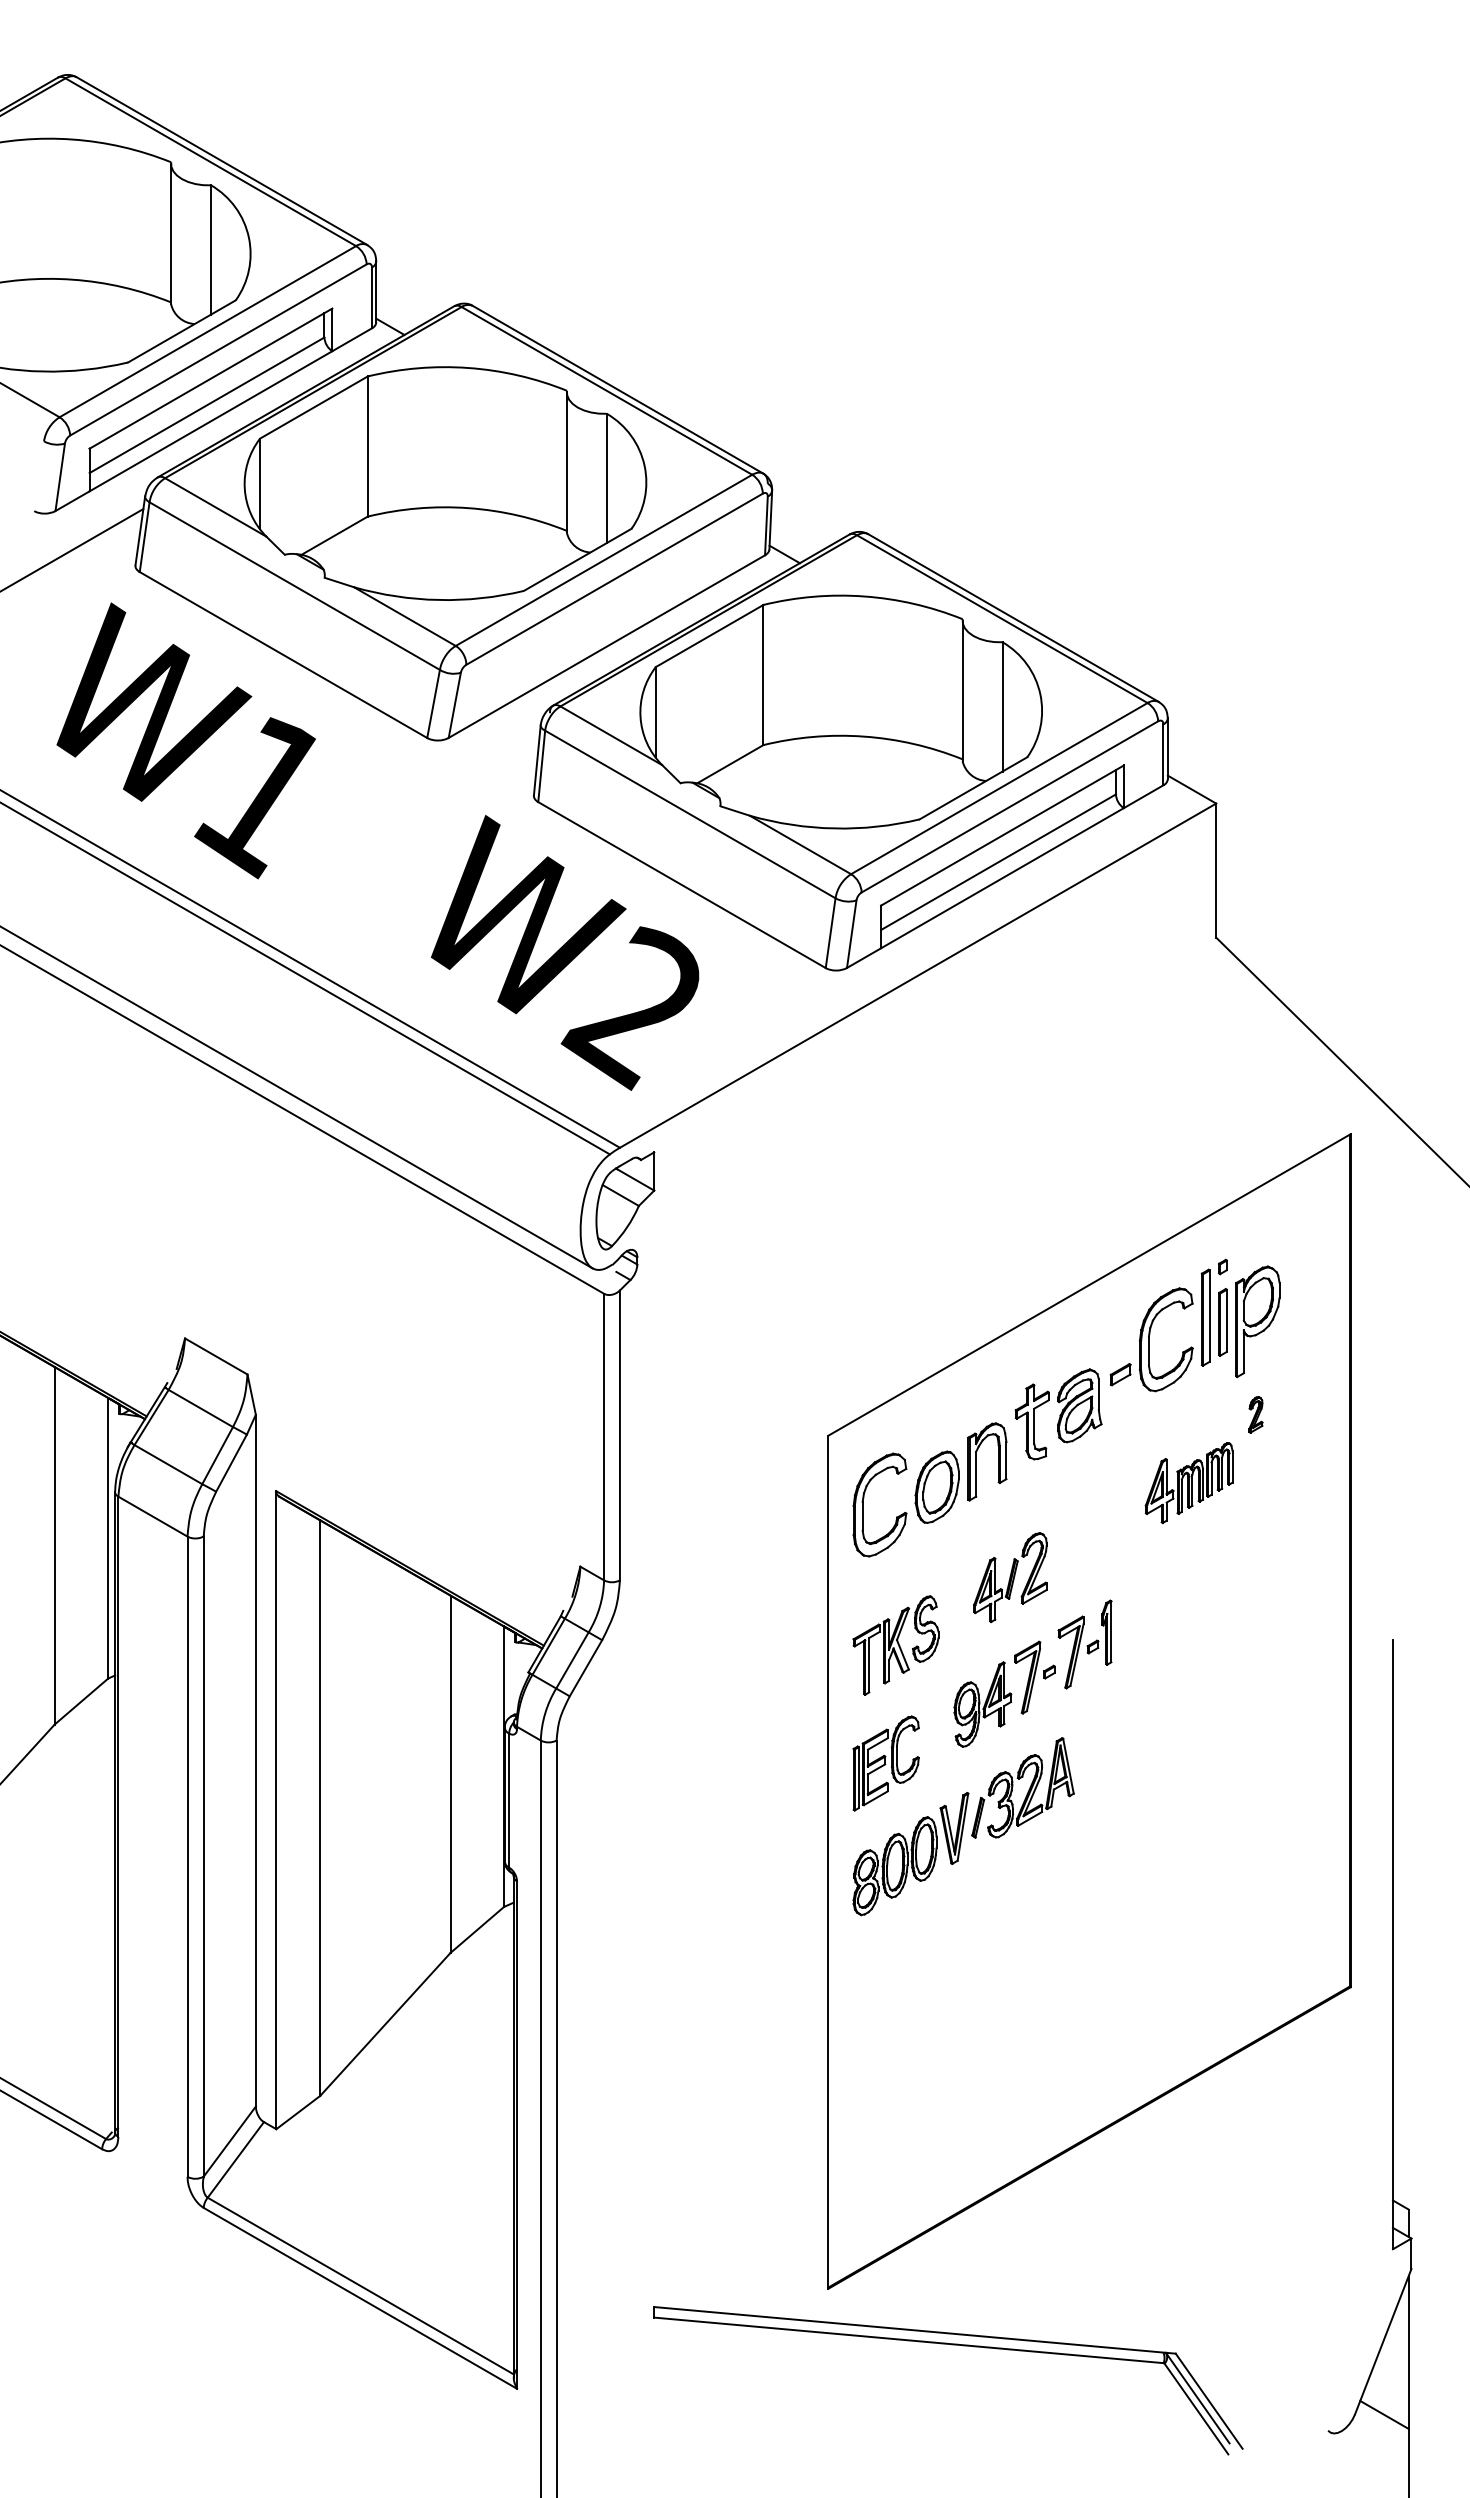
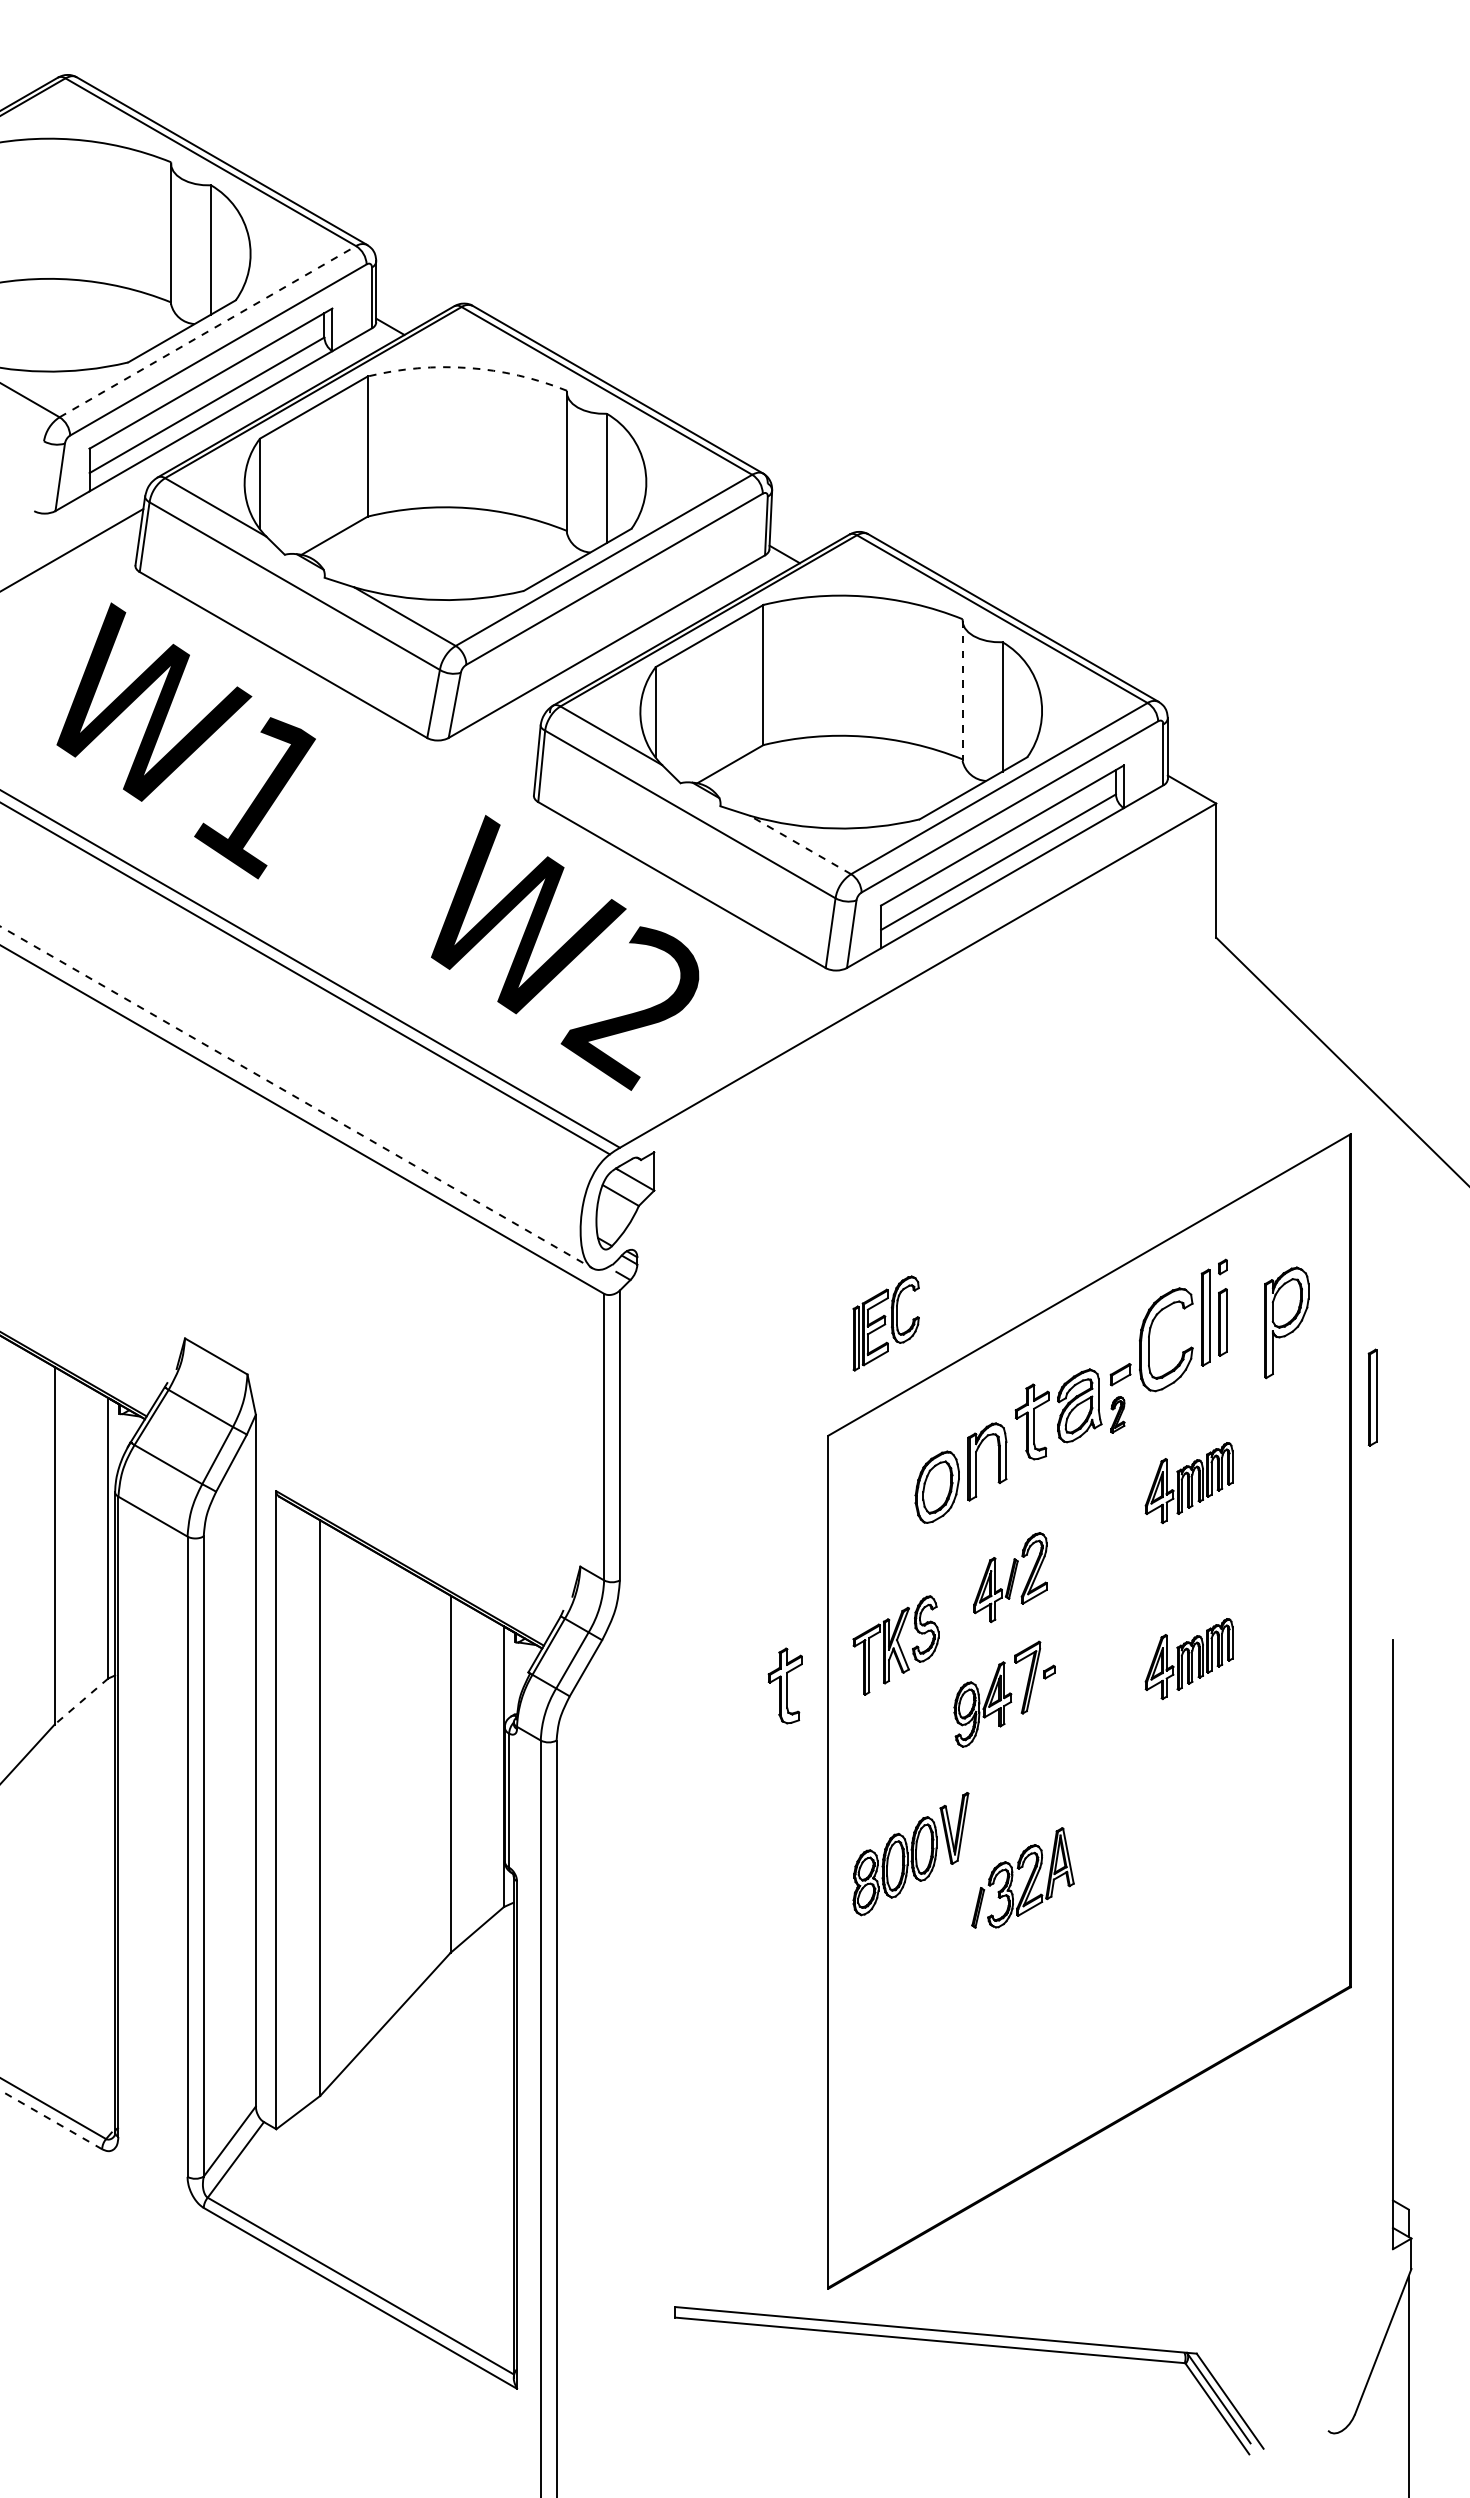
line at (208, 331): solid -> dashed
arc at (468, 368): solid -> dashed
line at (962, 691): solid -> dashed
line at (800, 844): solid -> dashed
line at (296, 1097): solid -> dashed
part at (1257, 1321) position: (1257, 1321) -> (1286, 1322)
part at (1372, 1397): none -> present
part at (1255, 1414) position: (1255, 1414) -> (1117, 1414)
part at (863, 1504): present -> none
part at (1084, 1644): present -> none
part at (1188, 1658): none -> present
part at (784, 1685): none -> present
line at (81, 1701): solid -> dashed
part at (885, 1763) position: (885, 1763) -> (885, 1323)
part at (1028, 1789) position: (1028, 1789) -> (1028, 1879)
line at (51, 2119): solid -> dashed
part at (951, 2345) position: (951, 2345) -> (972, 2345)
line at (1384, 2414): present -> none
